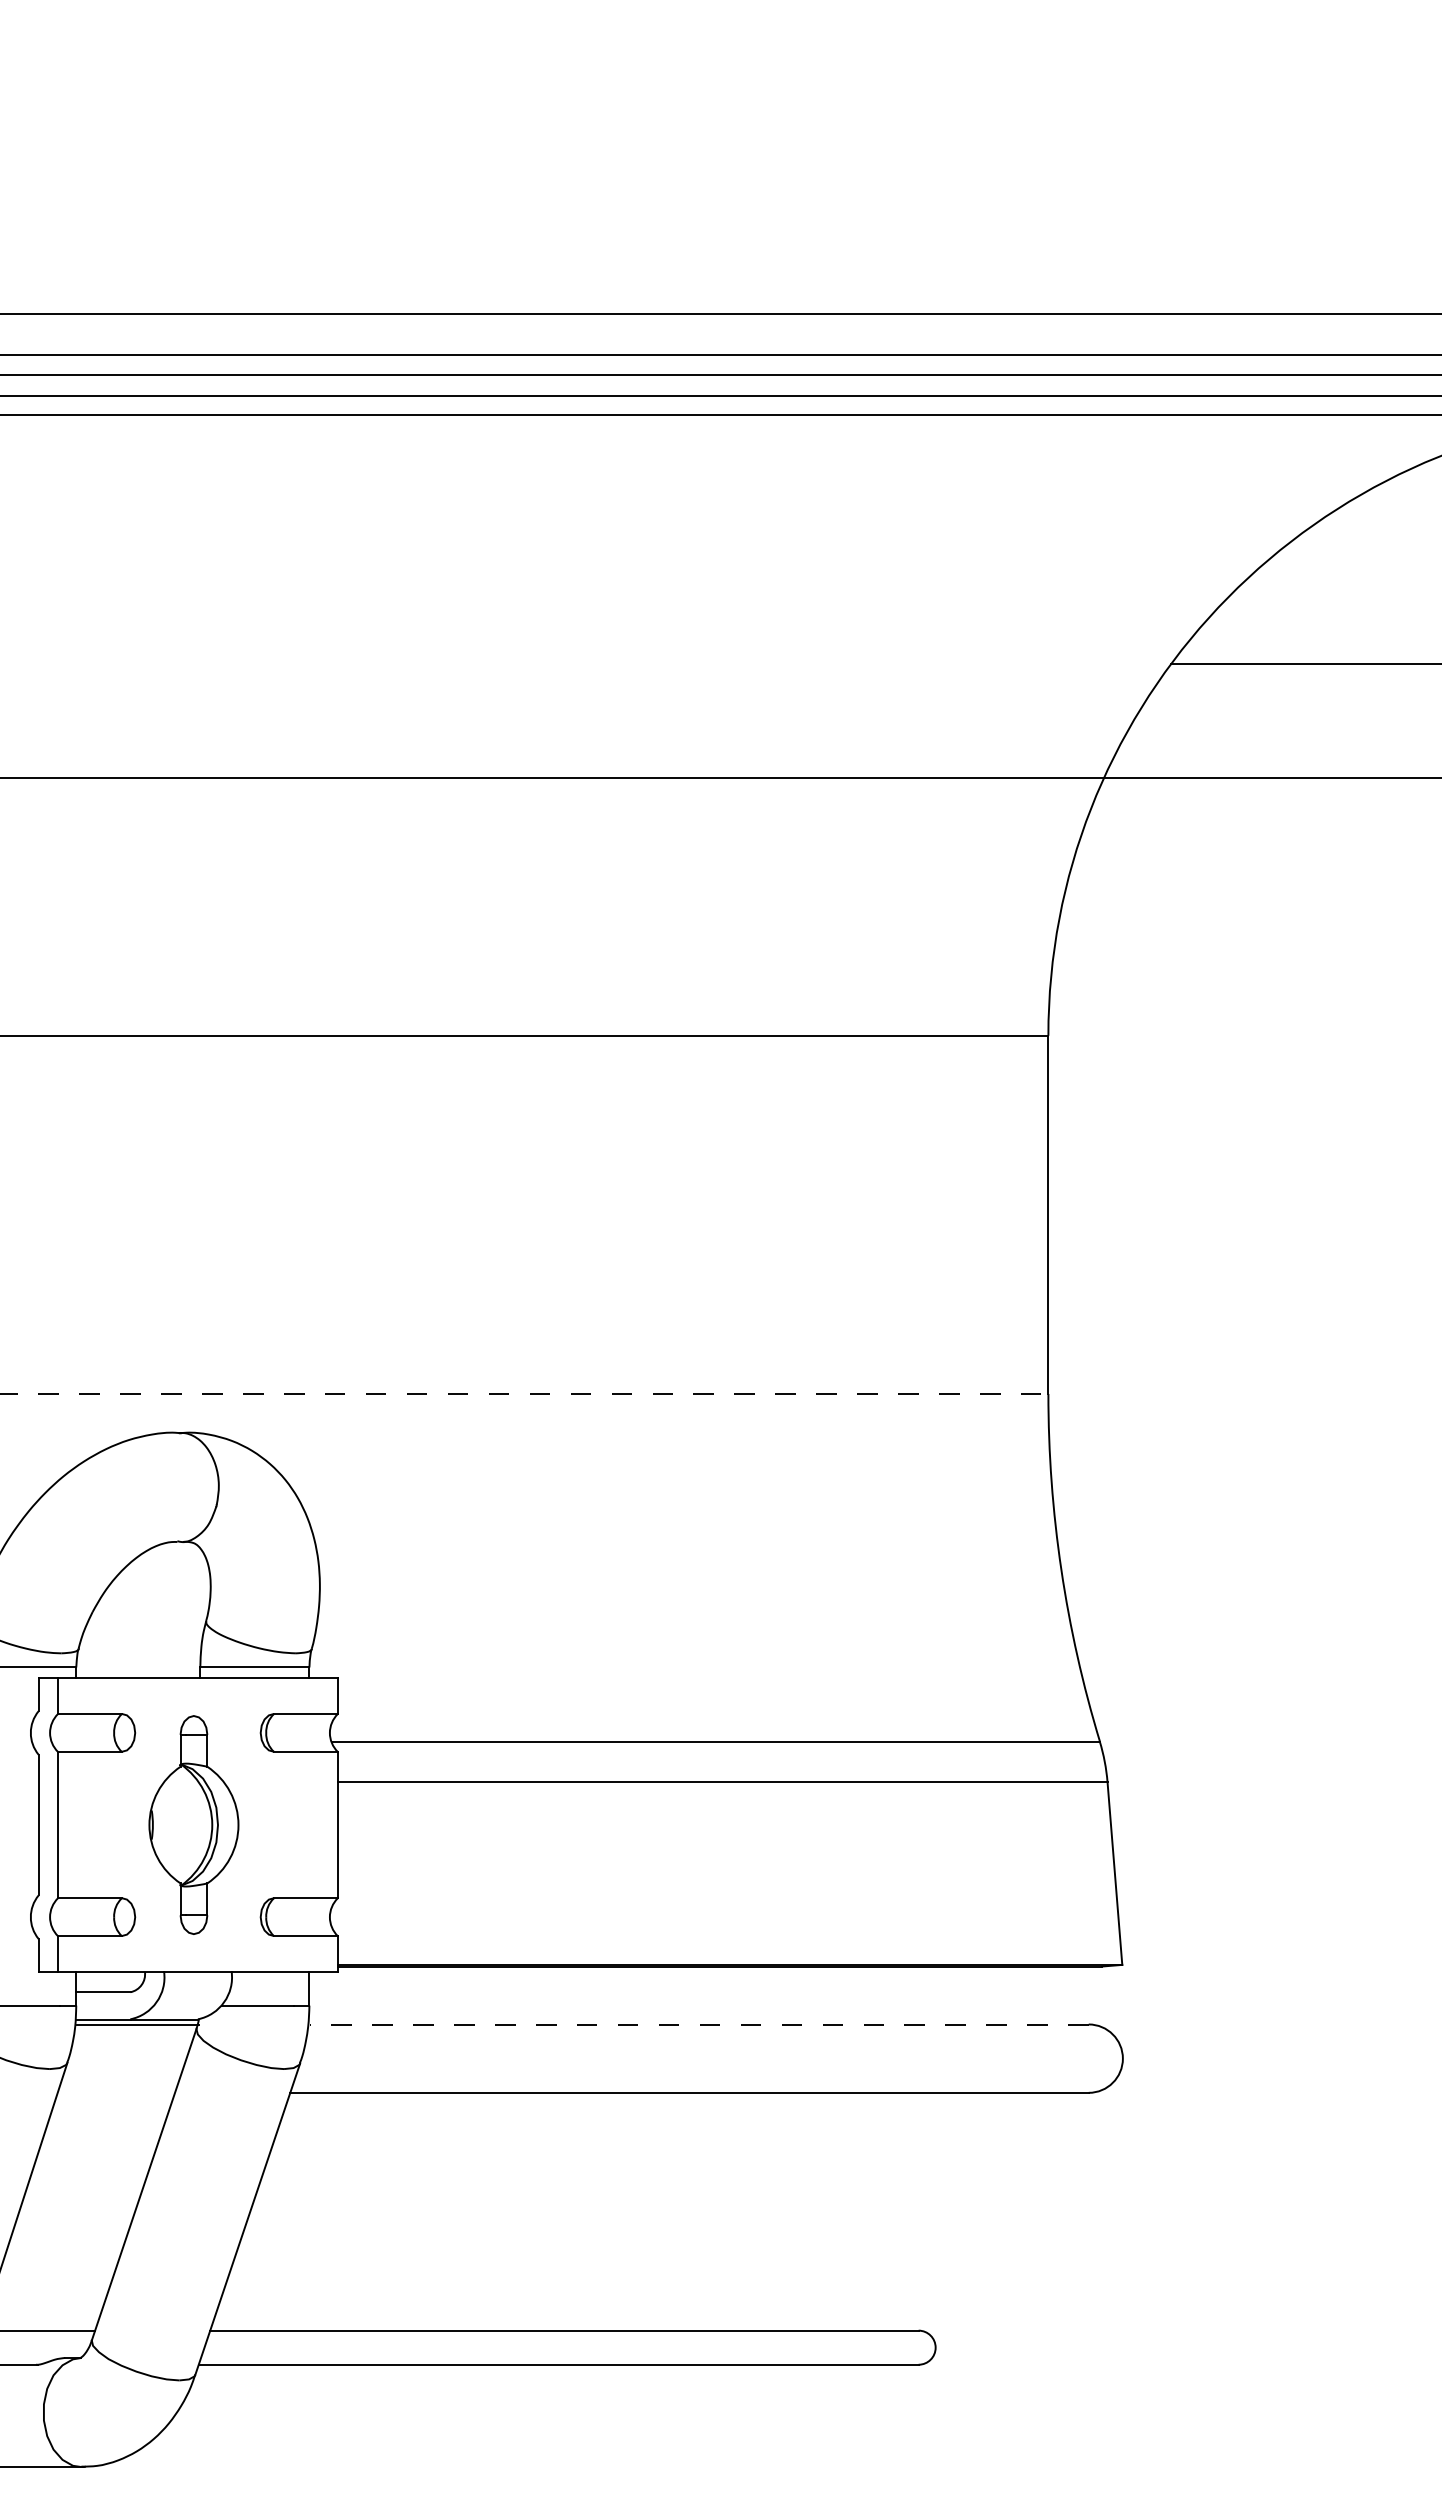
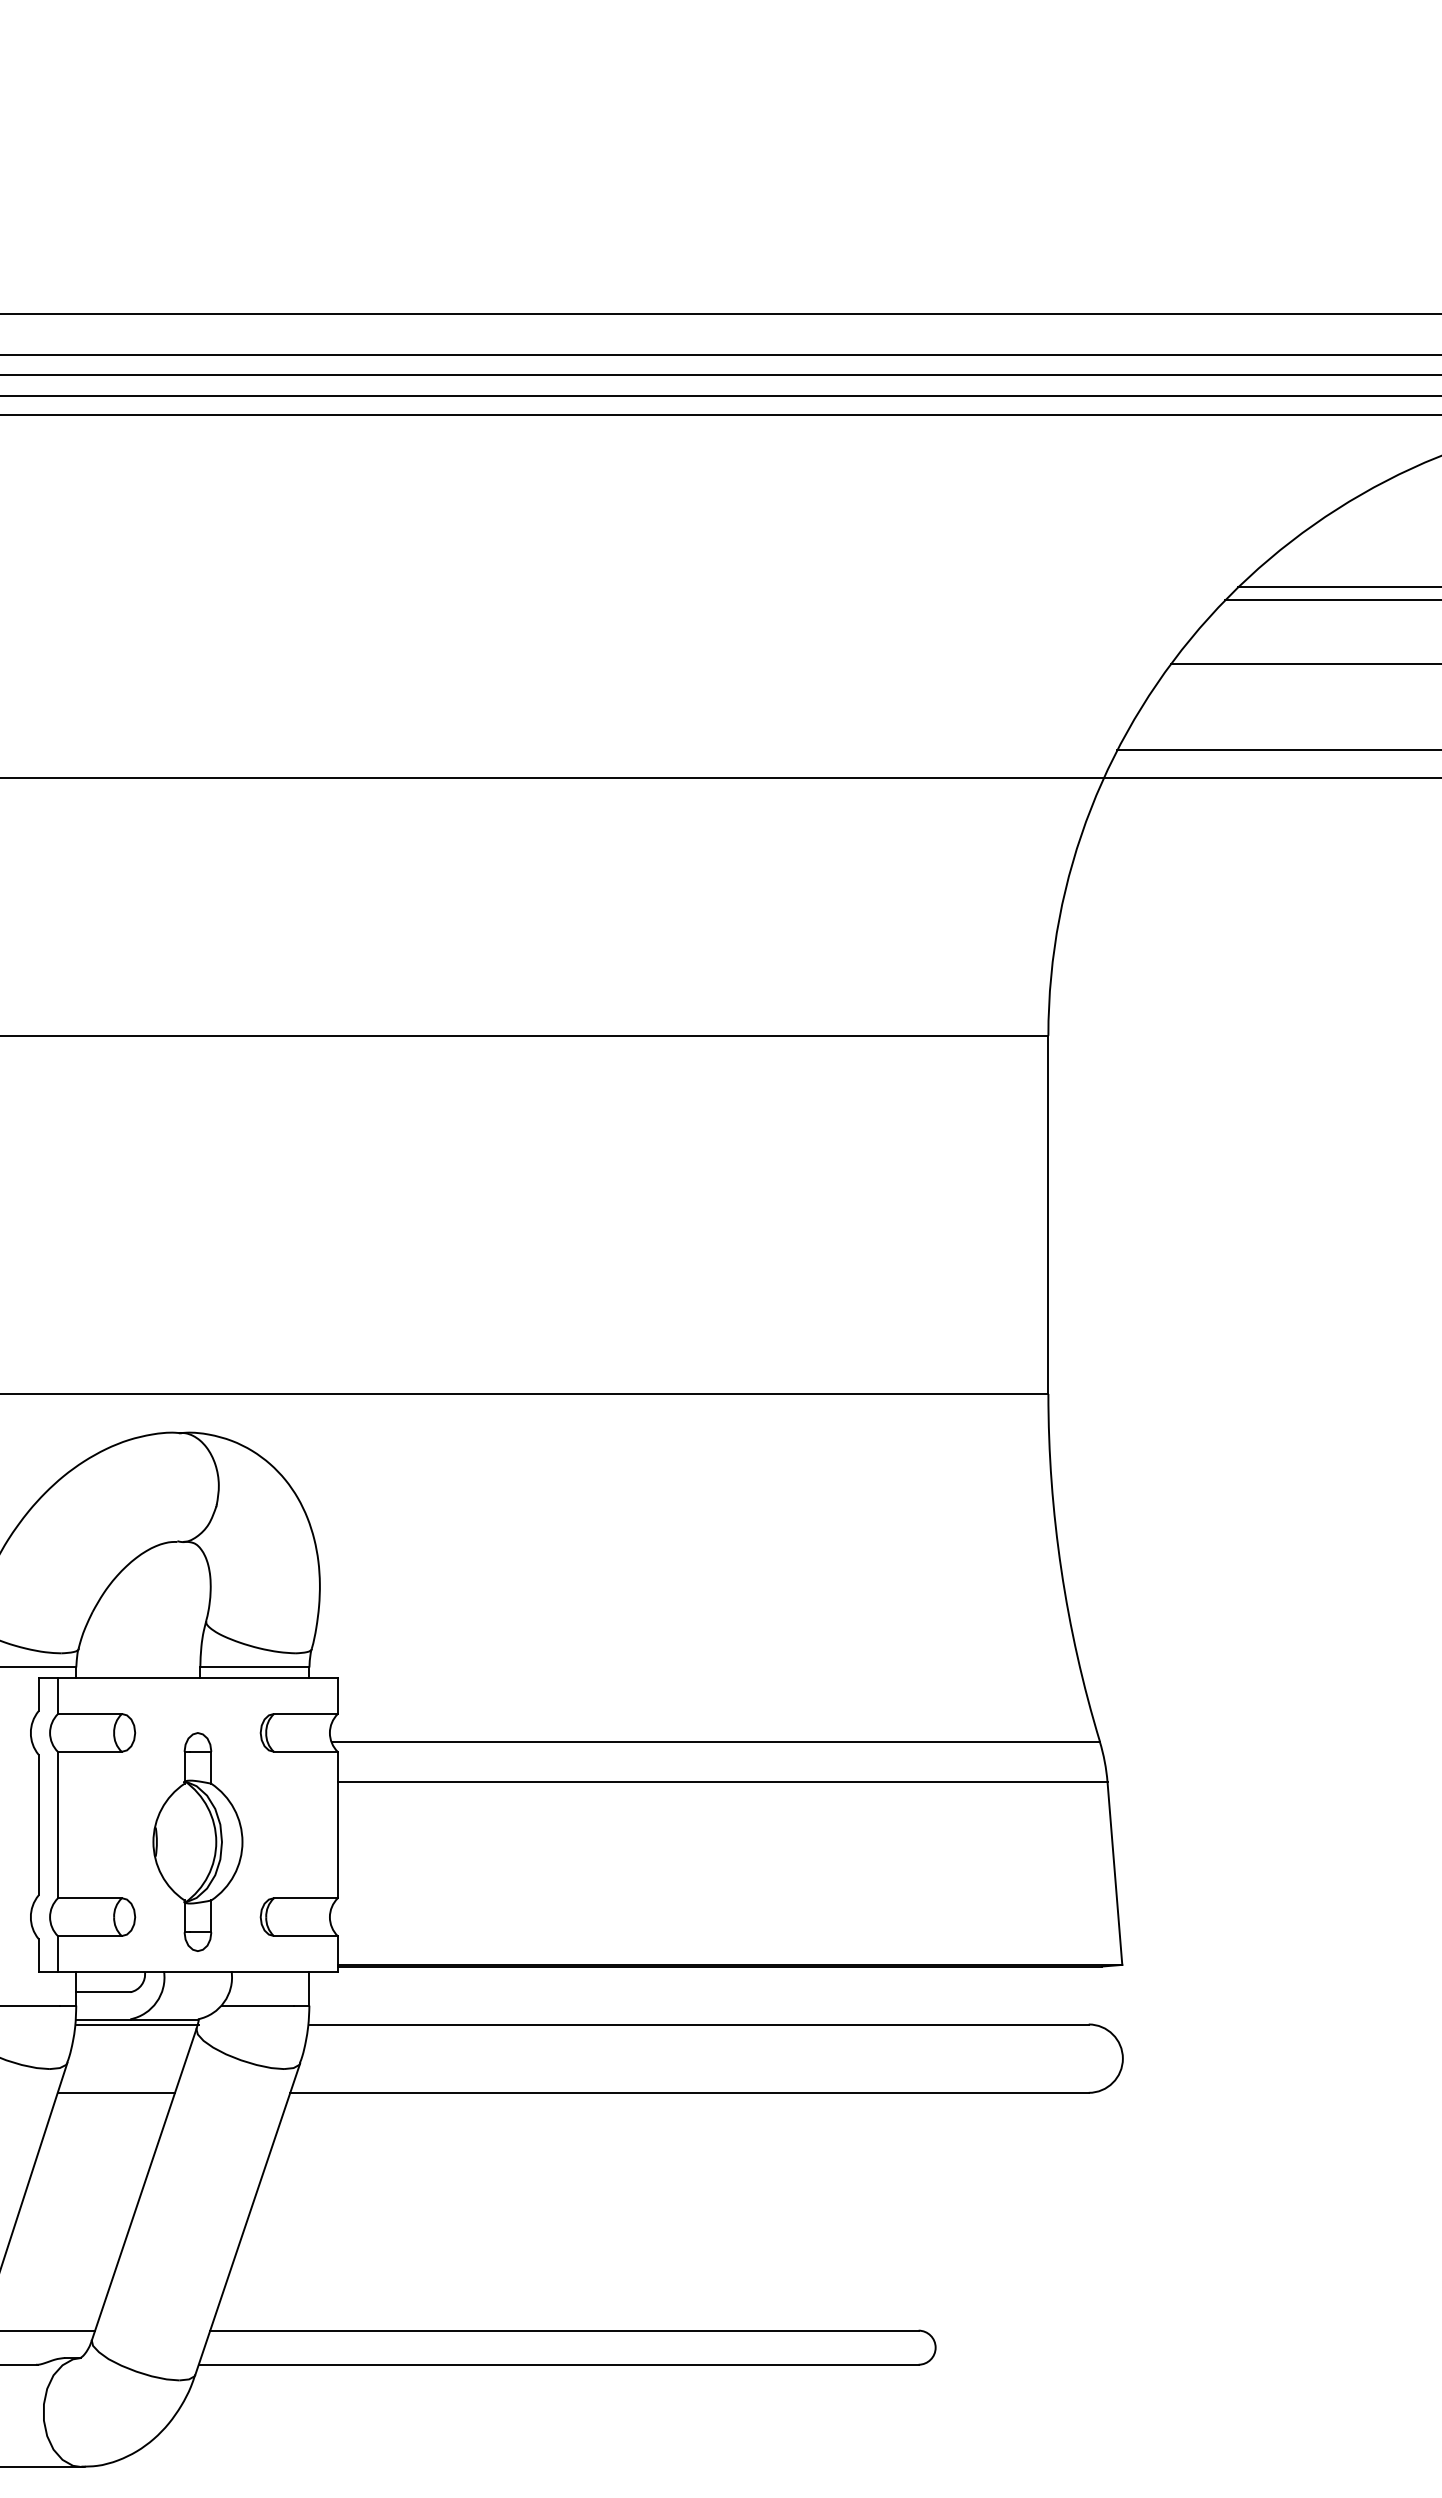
line at (1338, 587): none -> present
line at (1331, 600): none -> present
line at (1277, 750): none -> present
line at (524, 1394): dashed -> solid
part at (193, 1824) position: (193, 1824) -> (197, 1841)
line at (699, 2024): dashed -> solid
line at (116, 2092): none -> present
